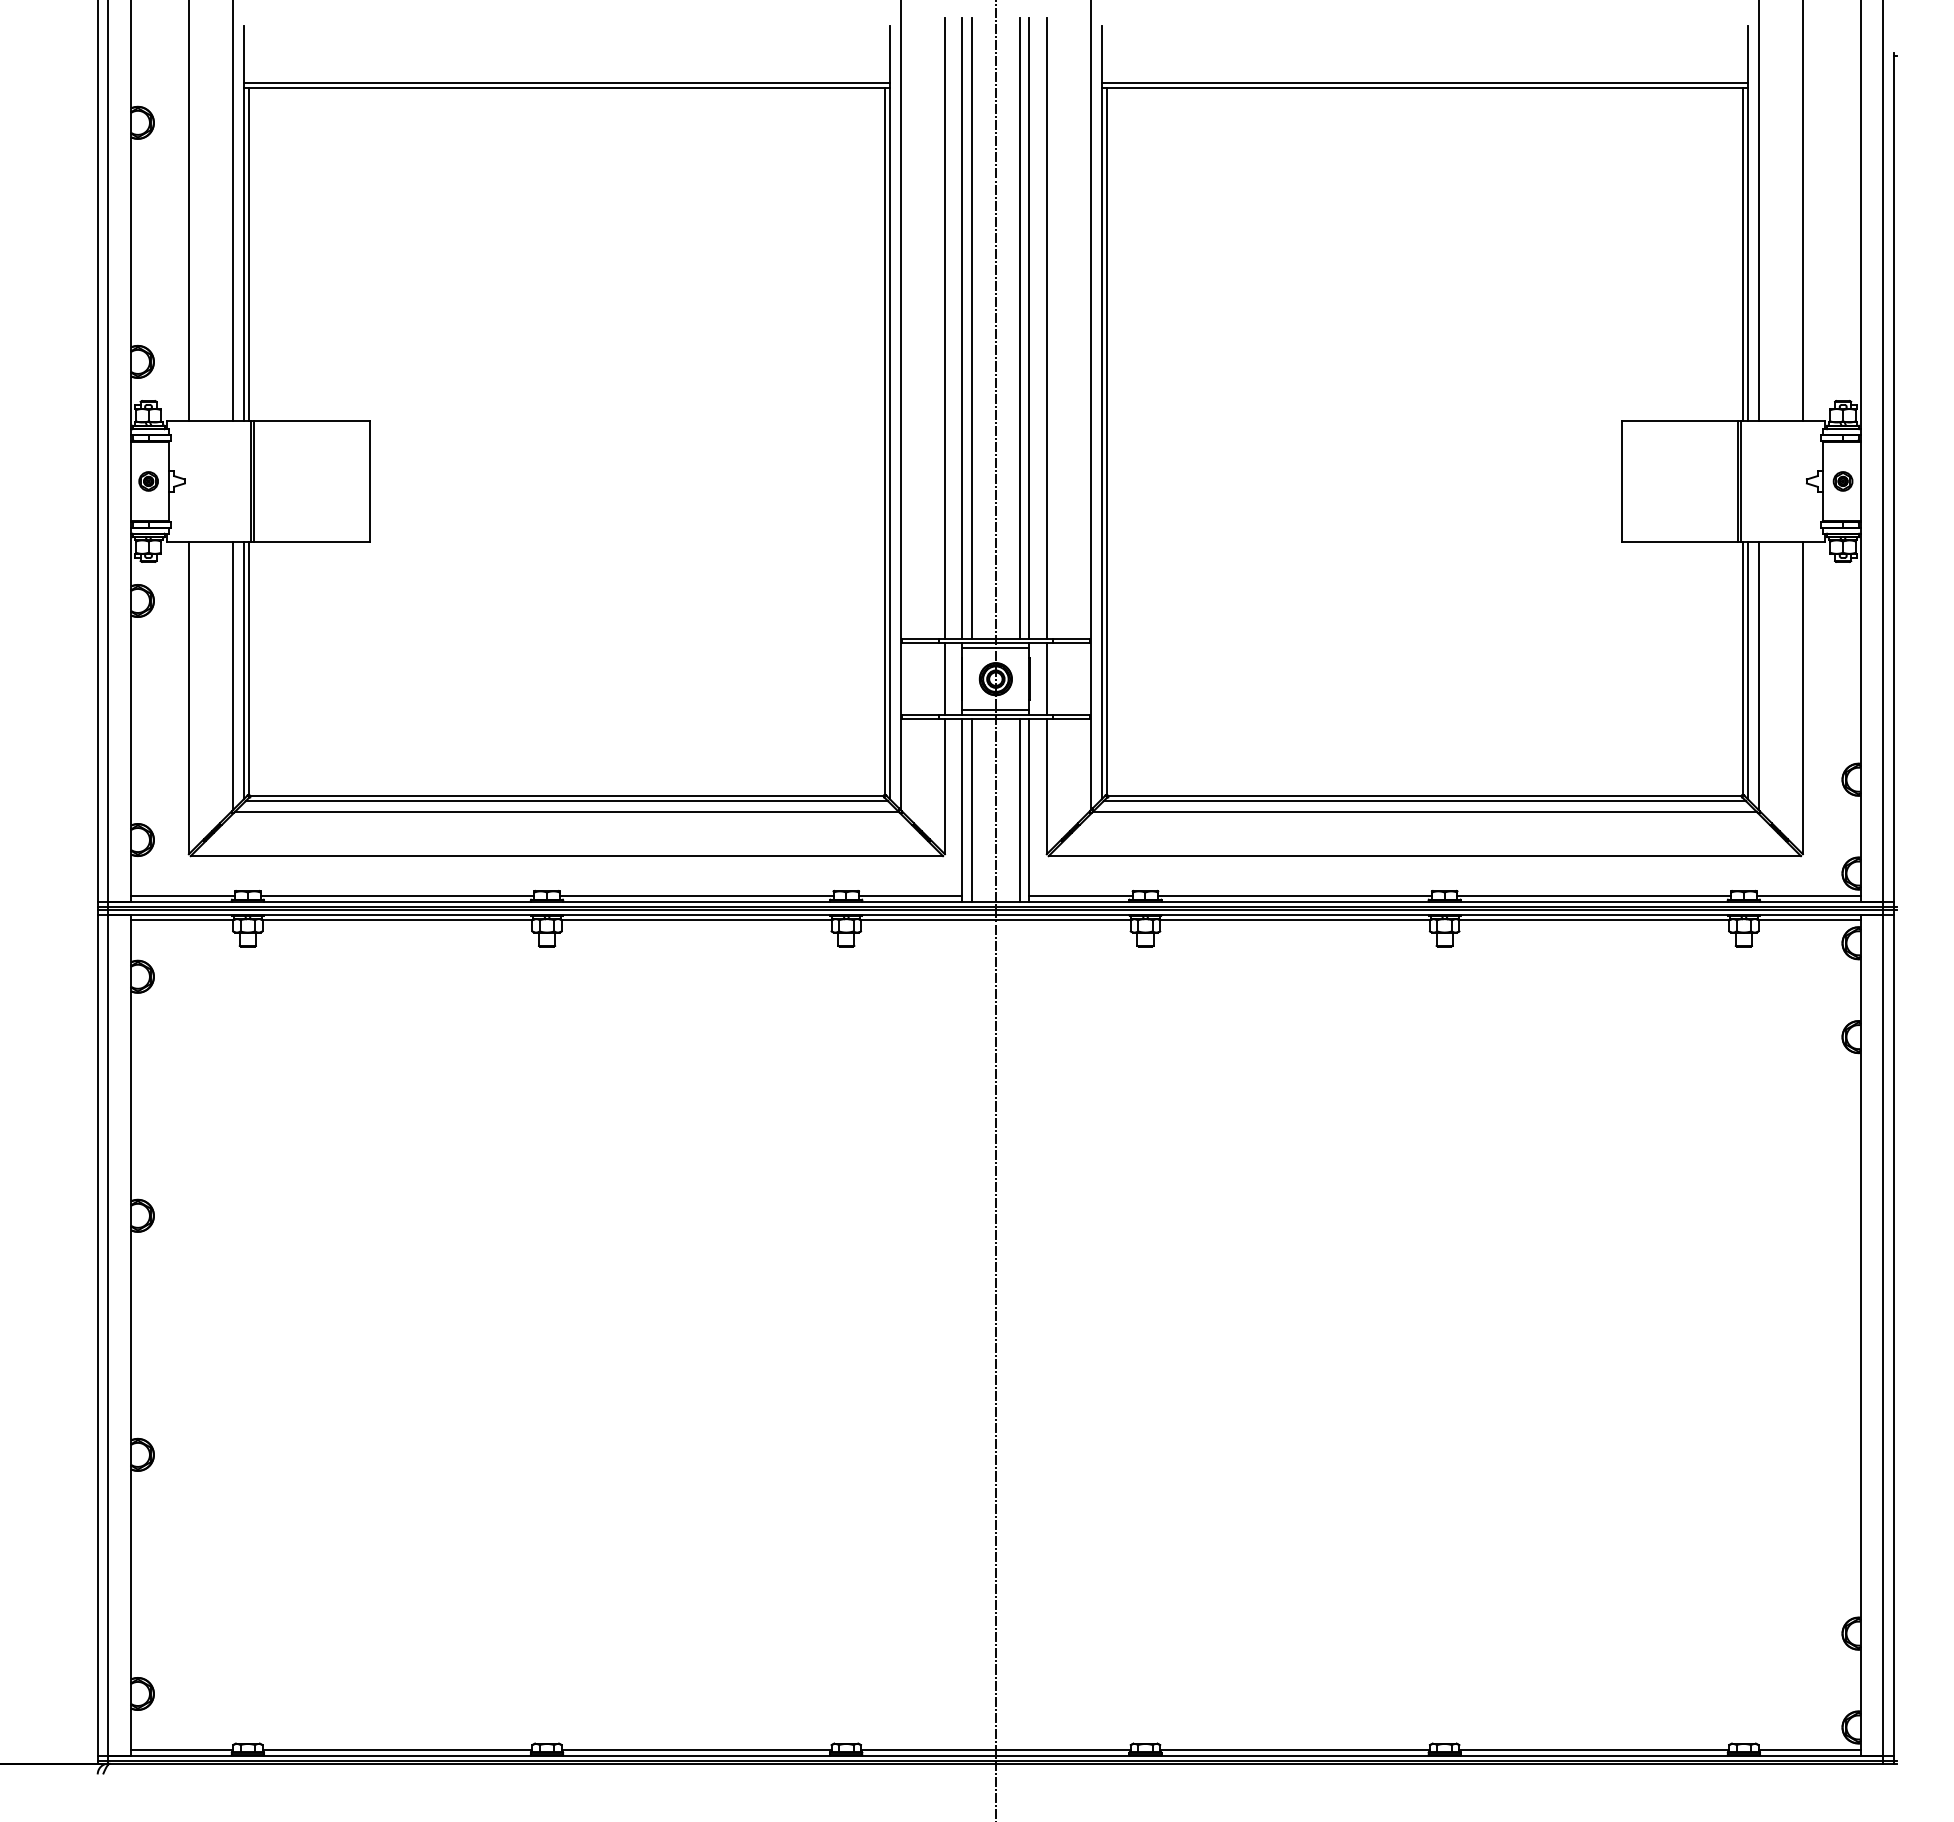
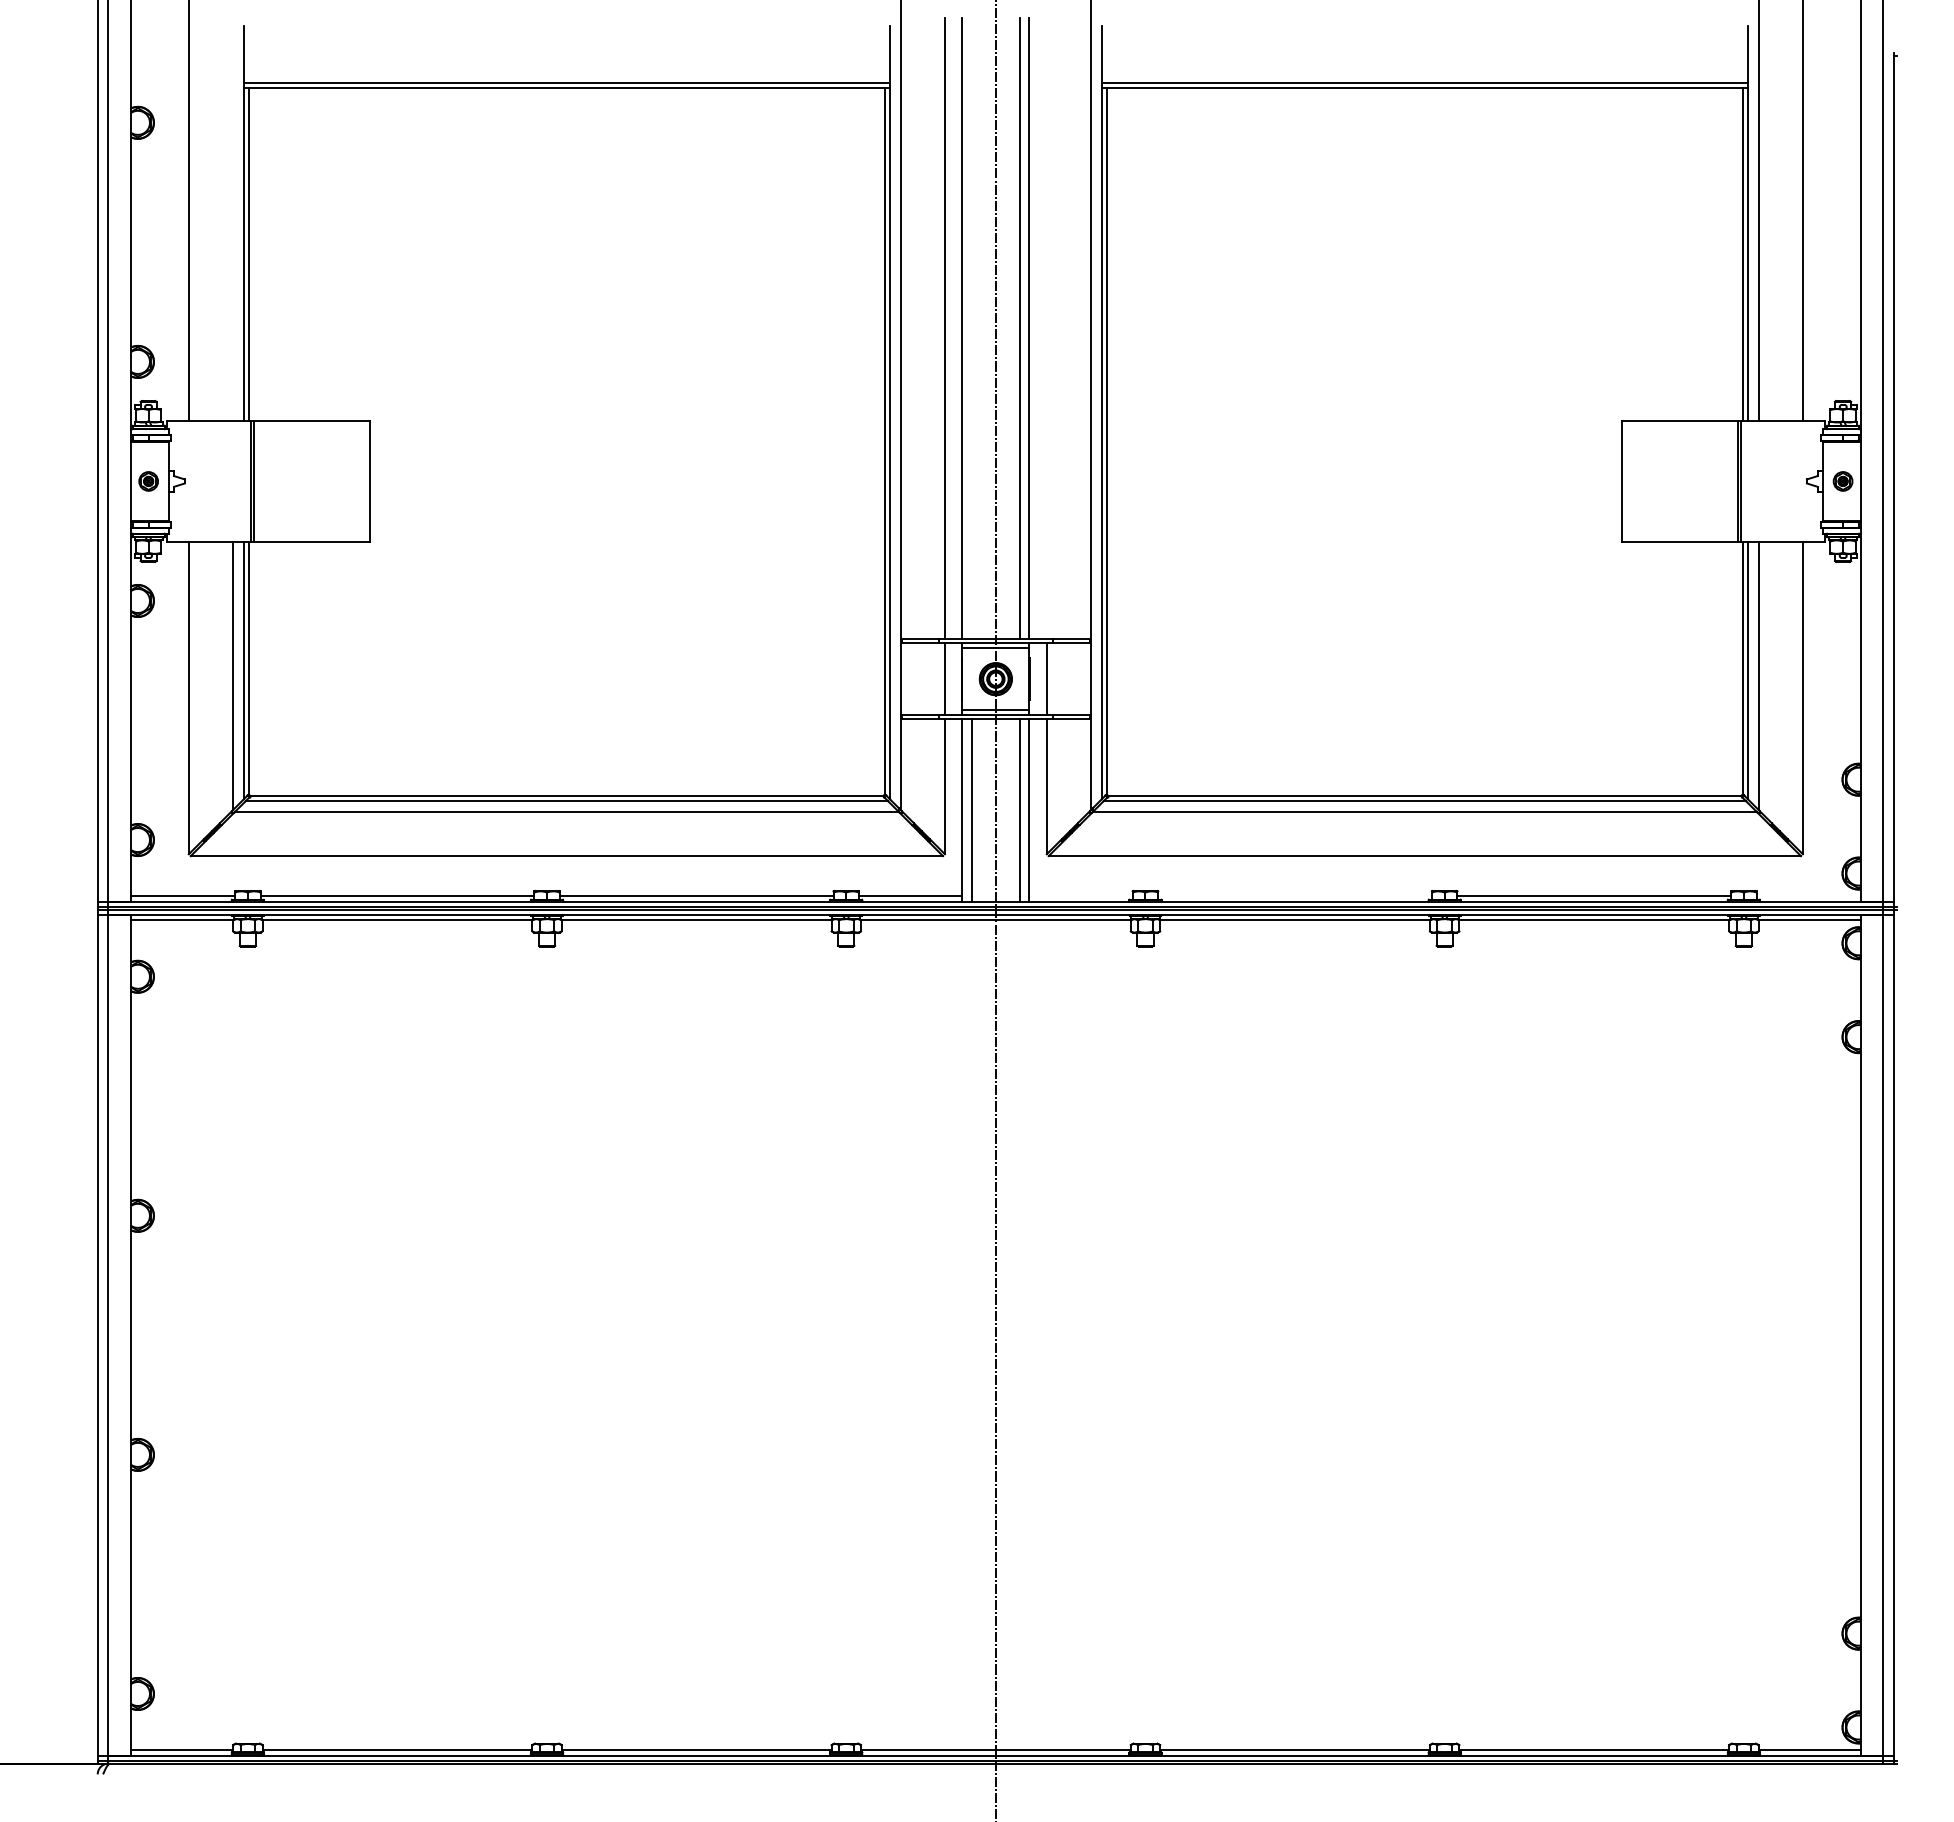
line at (233, 211): present -> none
line at (971, 328): present -> none
line at (1046, 328): present -> none
line at (1080, 896): present -> none
line at (1294, 896): present -> none
line at (1808, 896): present -> none
